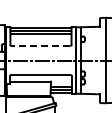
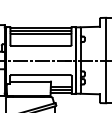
line at (40, 46): dashed -> solid
